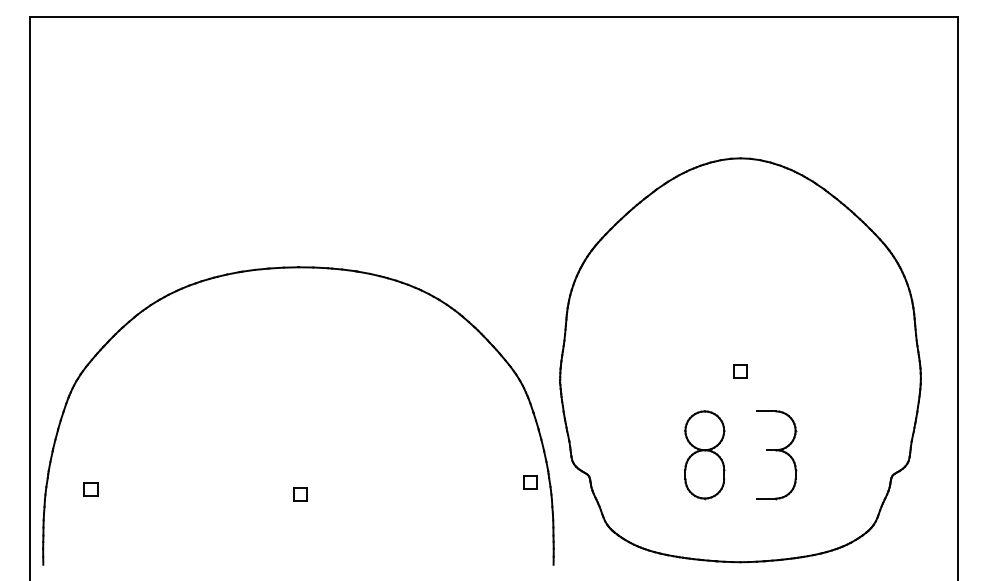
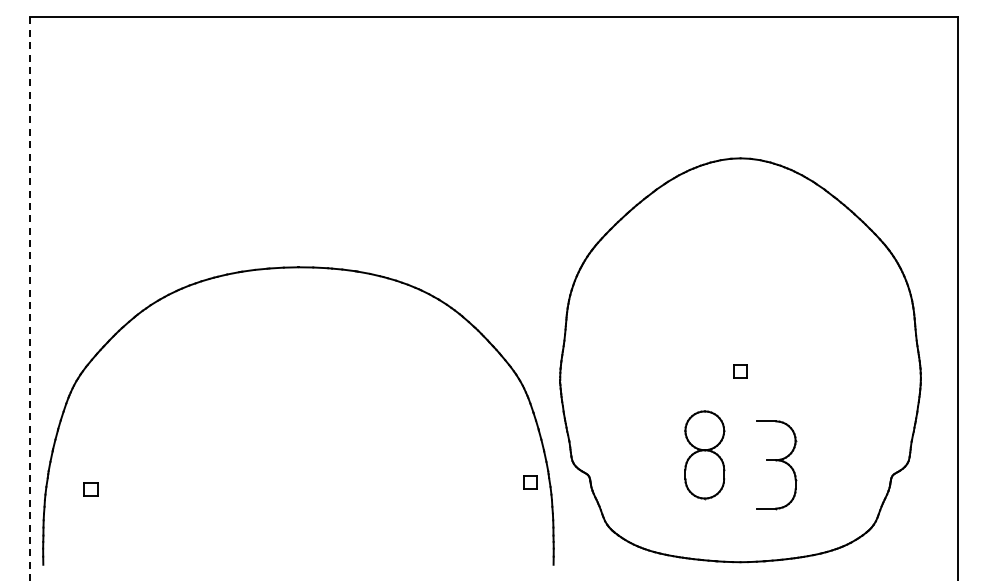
line at (29, 299): solid -> dashed
part at (776, 455) position: (776, 455) -> (776, 465)
part at (300, 494): present -> none
